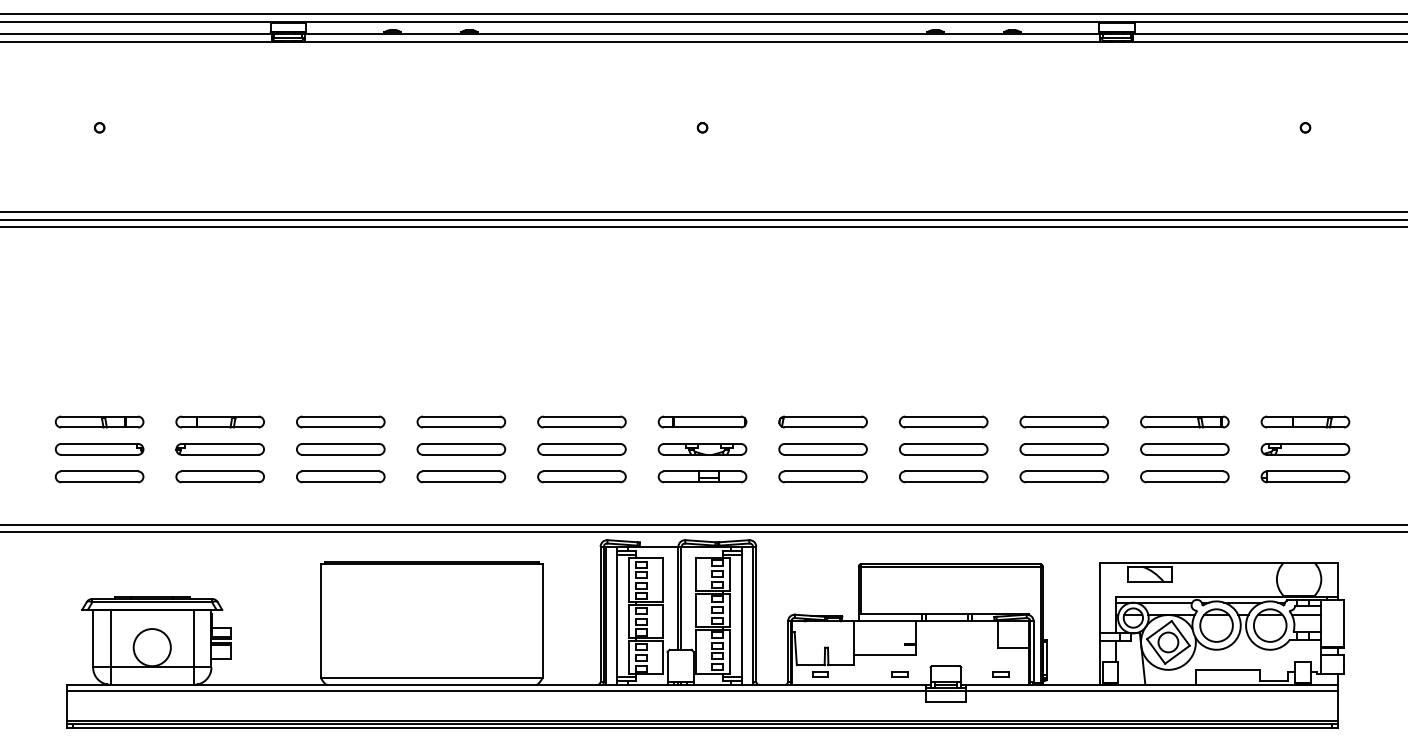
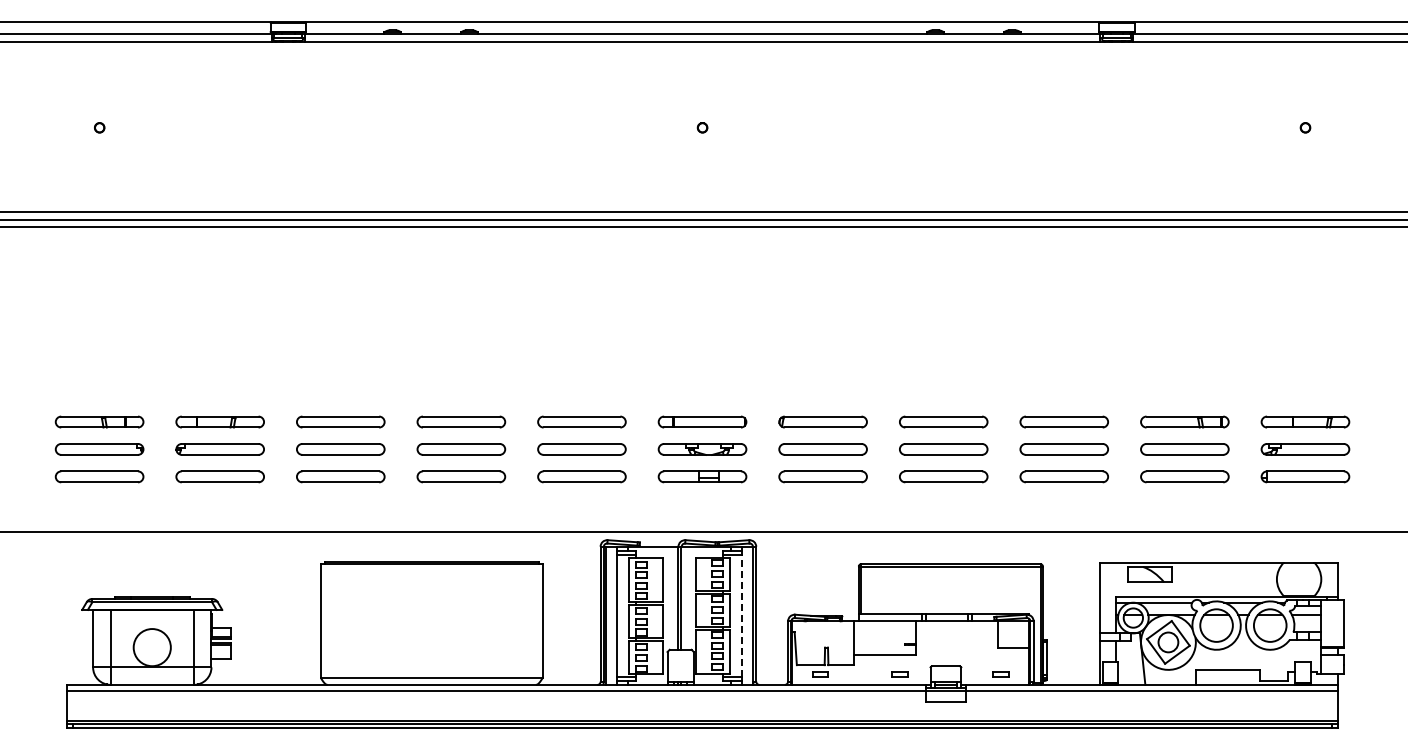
line at (703, 13): present -> none
line at (703, 525): present -> none
line at (742, 615): solid -> dashed
